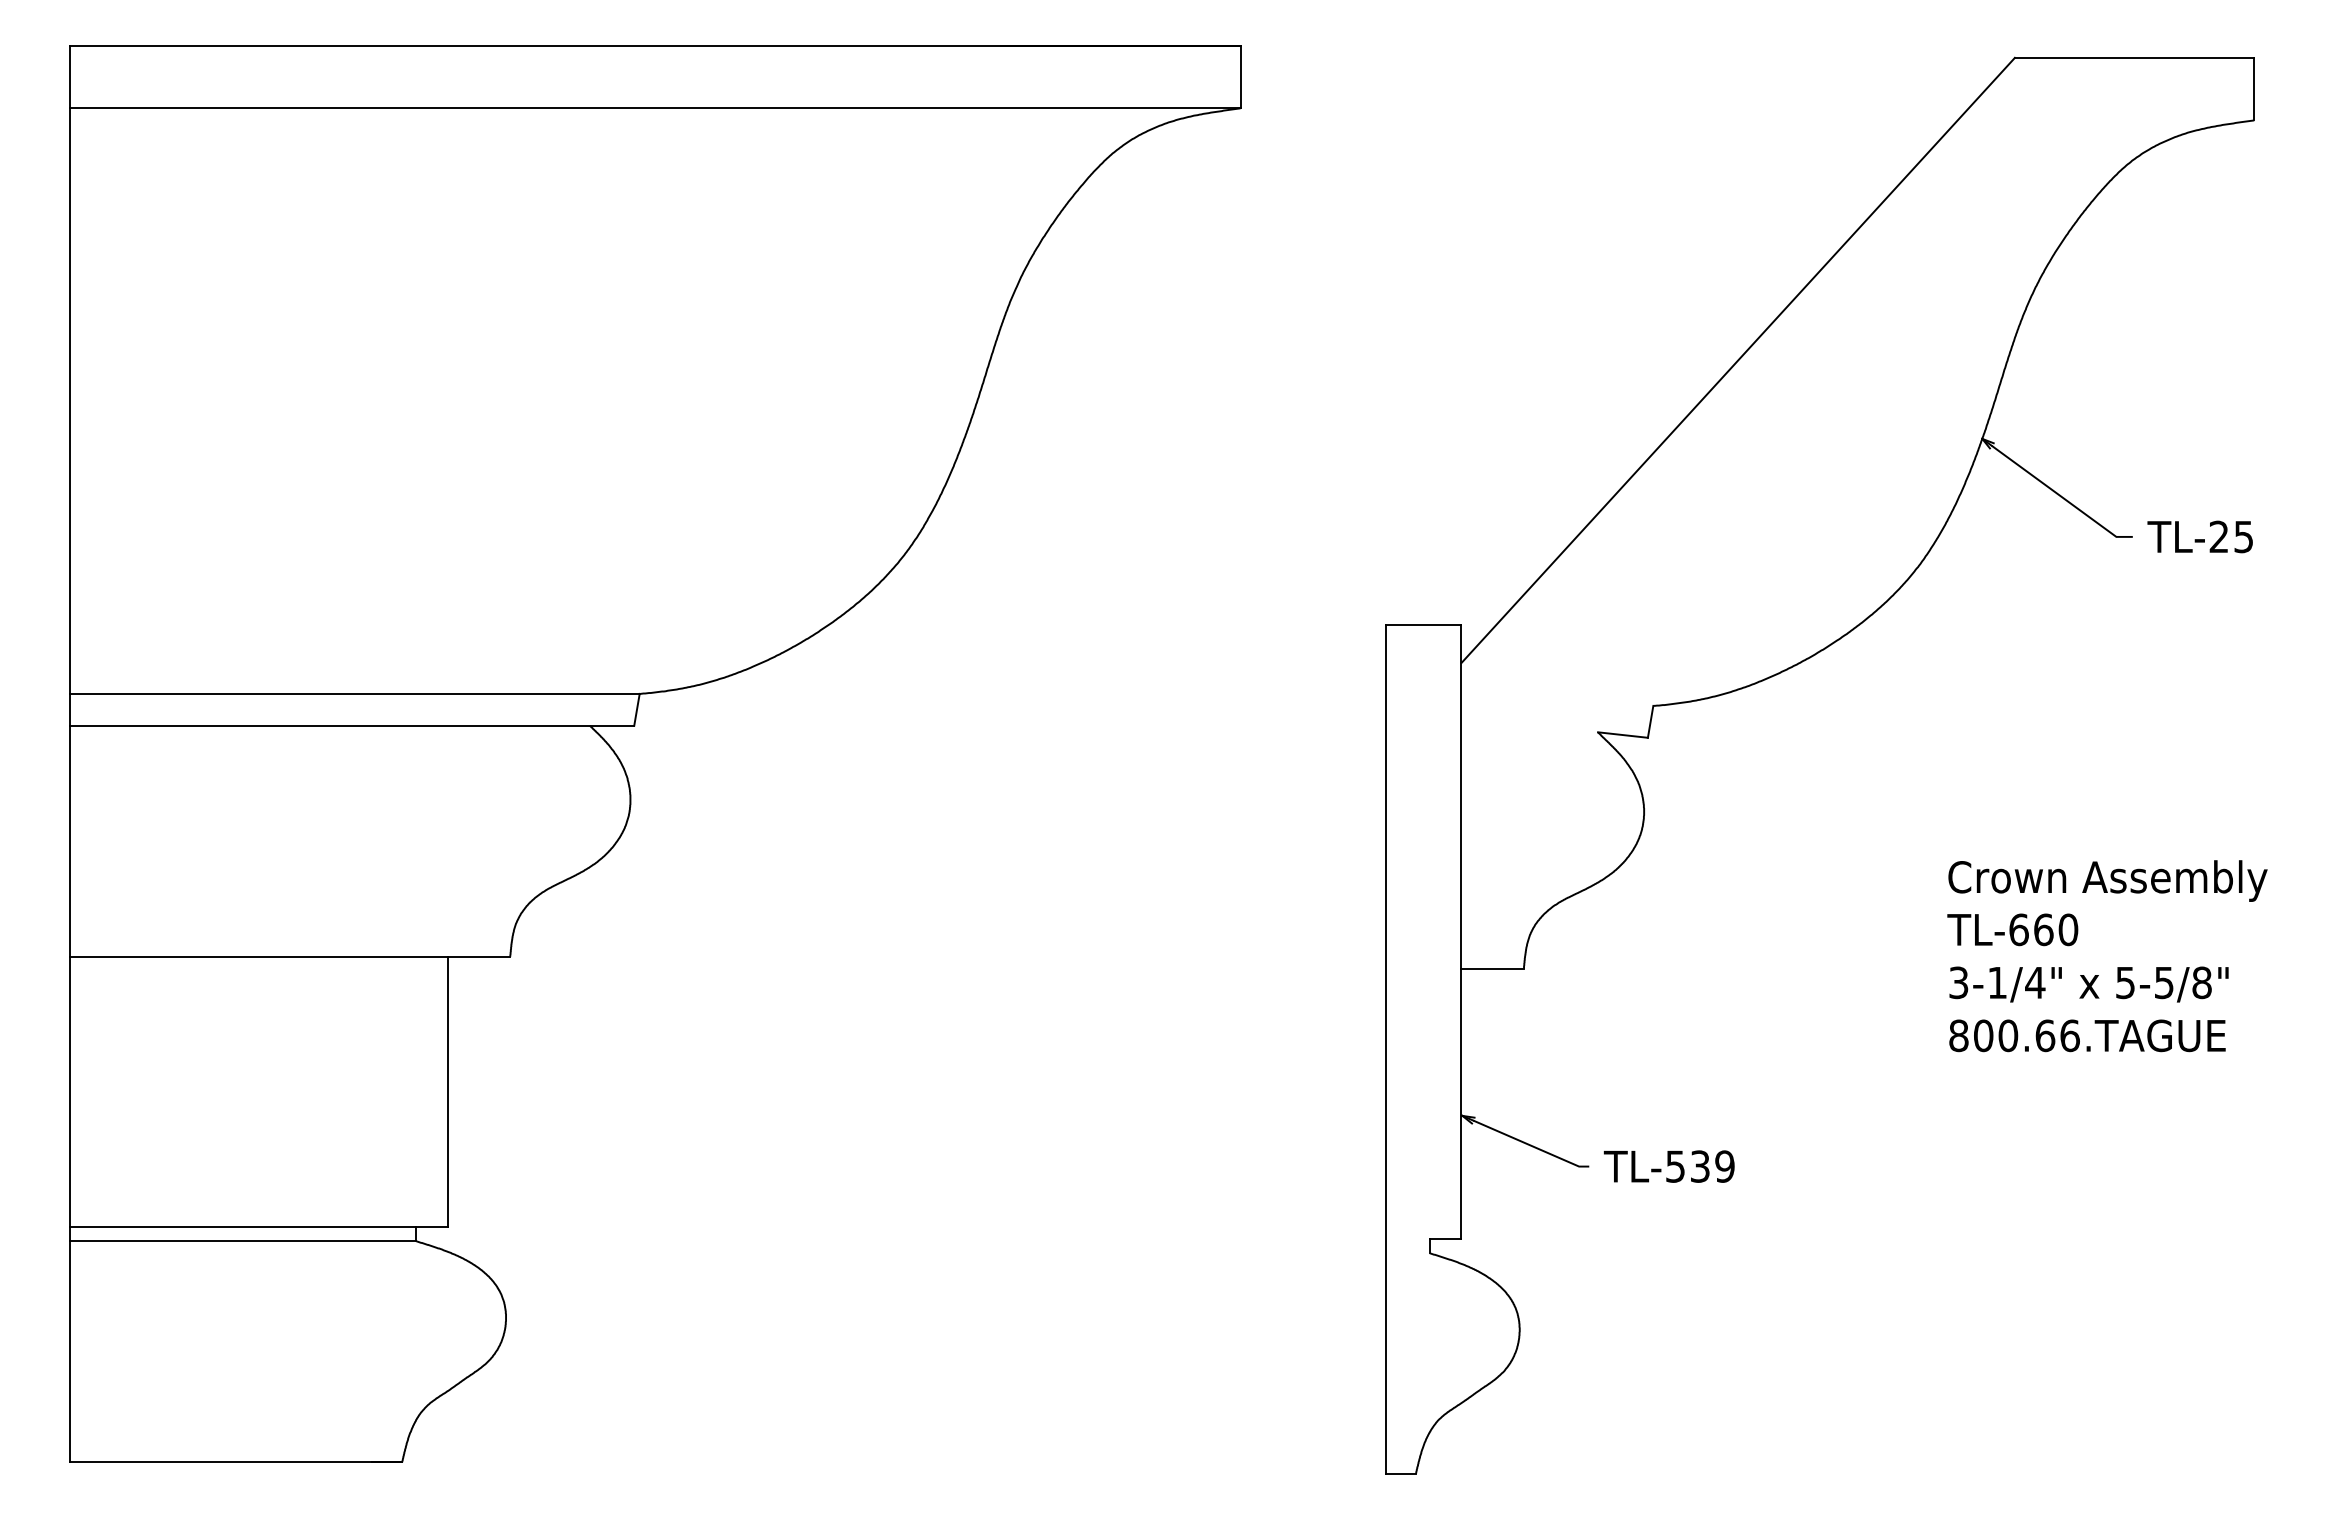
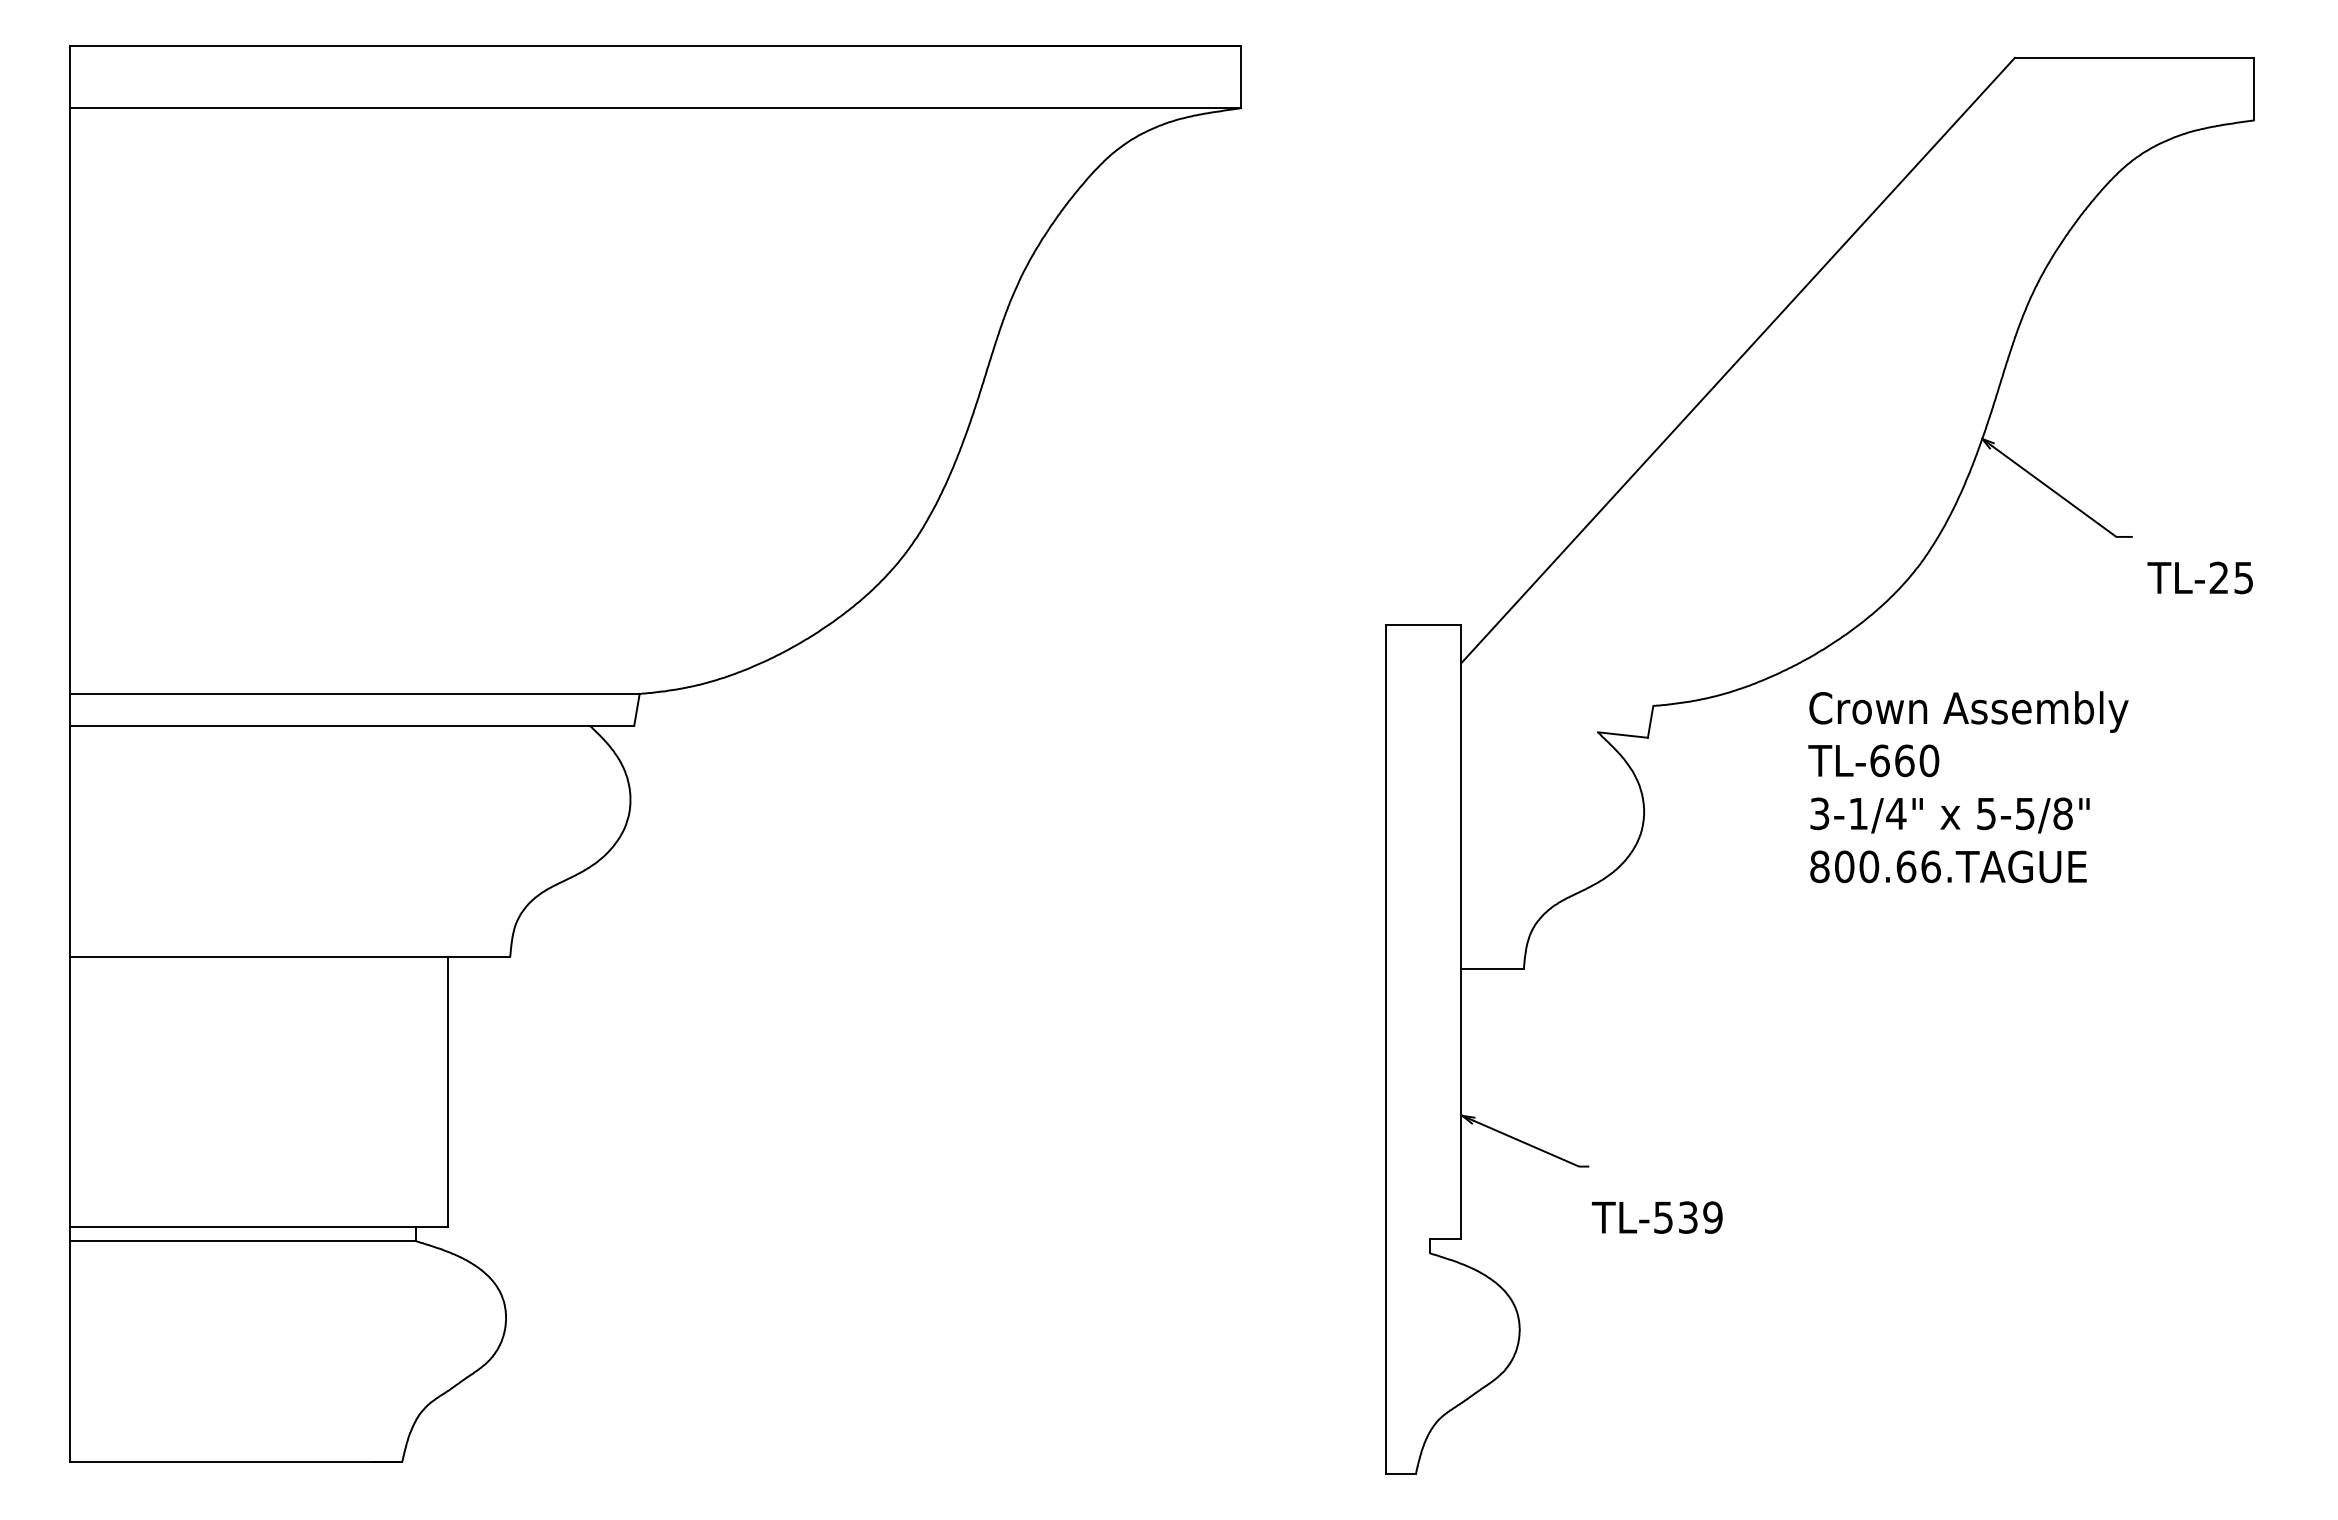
text at (2199, 536) position: (2199, 536) -> (2199, 577)
text at (2107, 956) position: (2107, 956) -> (1968, 787)
text at (1668, 1166) position: (1668, 1166) -> (1656, 1217)
